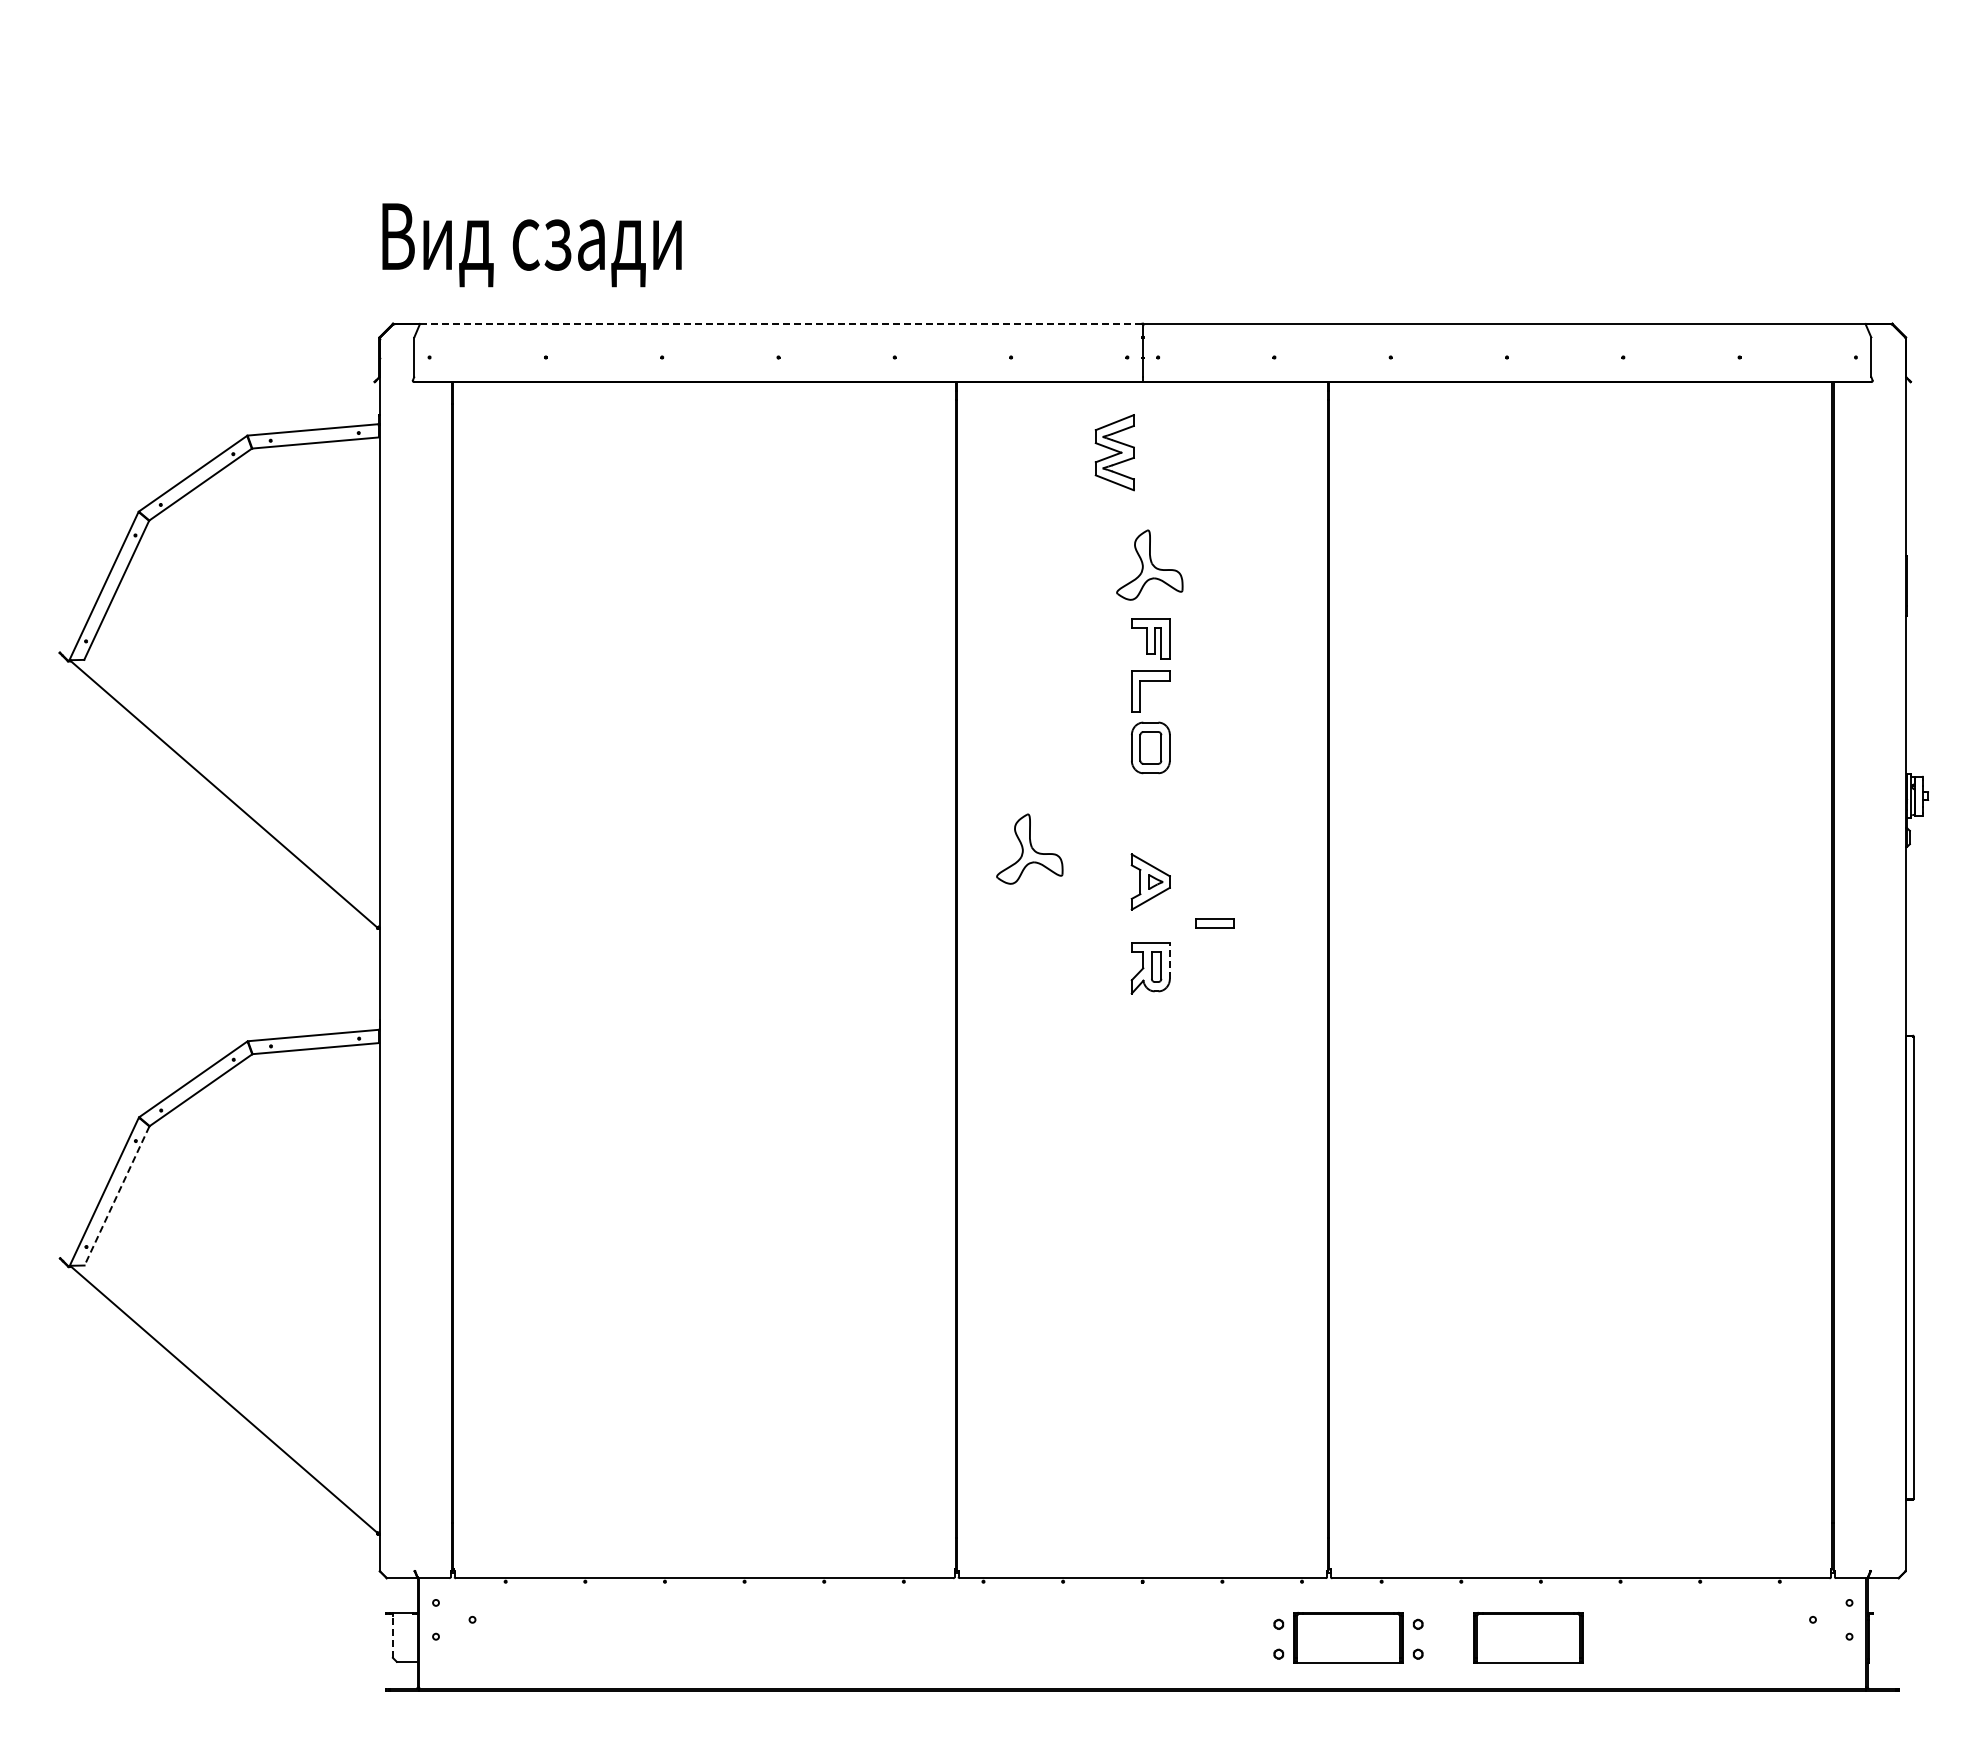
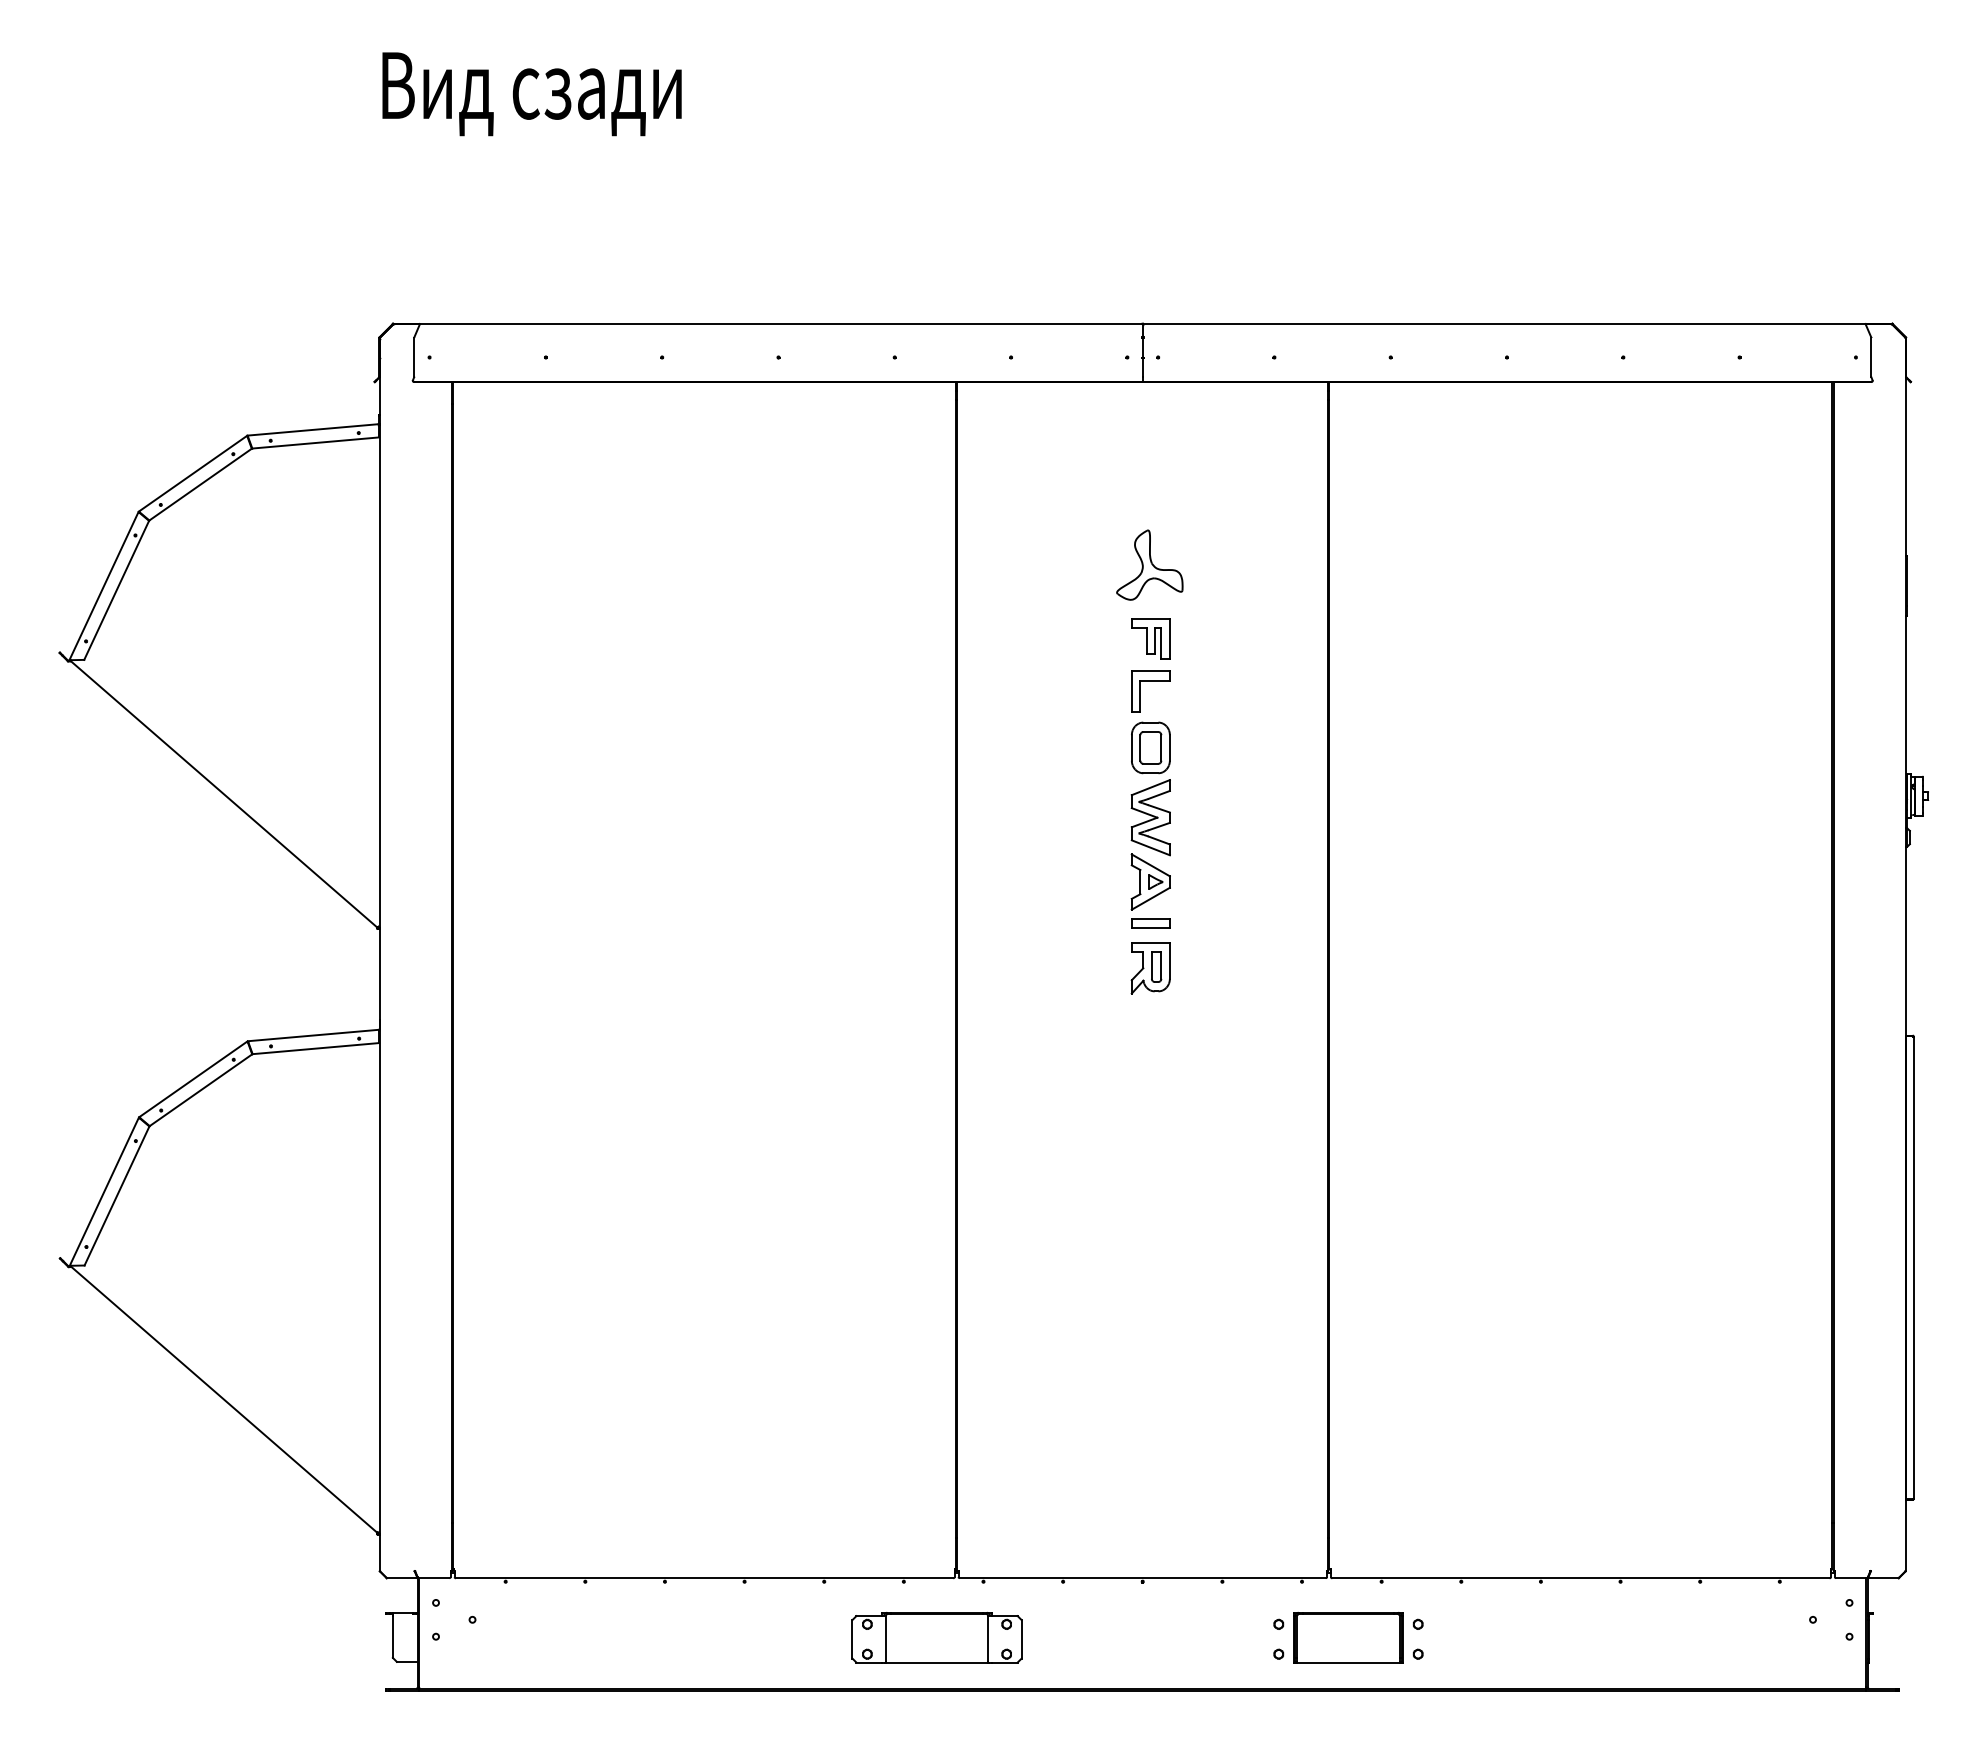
text at (531, 245) position: (531, 245) -> (531, 94)
line at (780, 323): dashed -> solid
part at (1114, 452) position: (1114, 452) -> (1150, 817)
part at (1029, 848): present -> none
part at (1214, 923) position: (1214, 923) -> (1150, 923)
line at (1169, 960): dashed -> solid
line at (117, 1196): dashed -> solid
line at (392, 1637): dashed -> solid
part at (936, 1637): none -> present
part at (1528, 1637): present -> none
